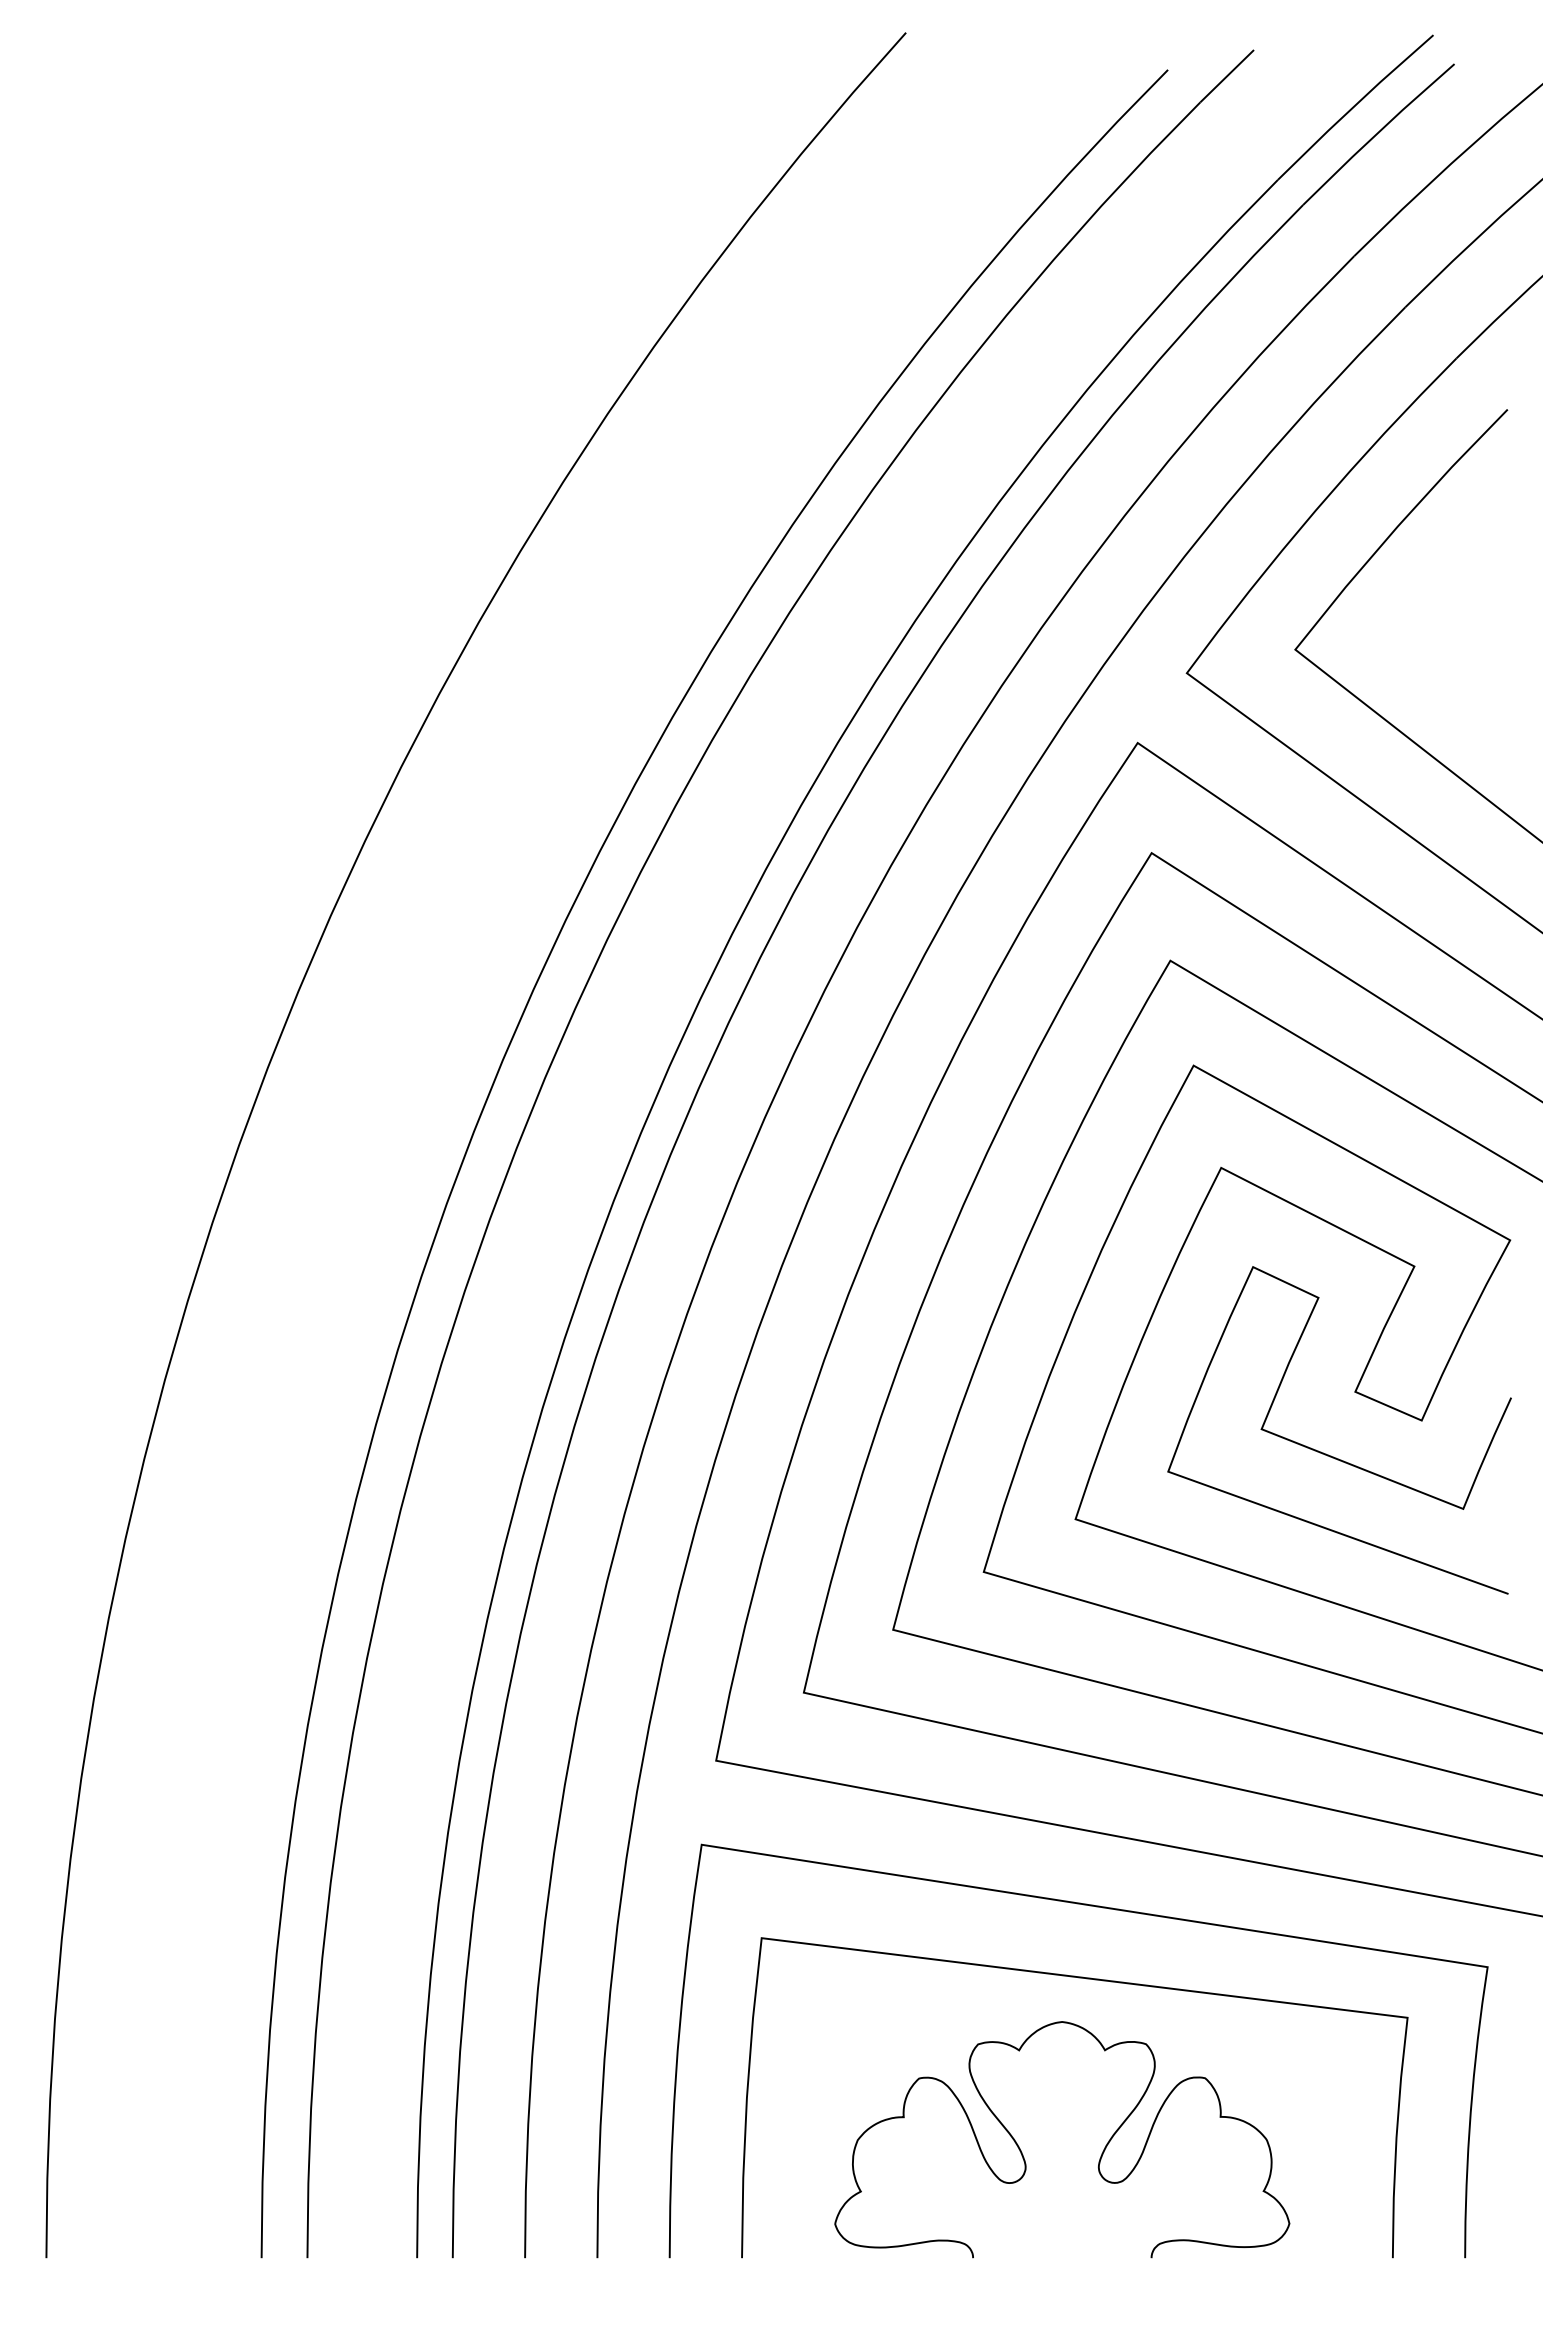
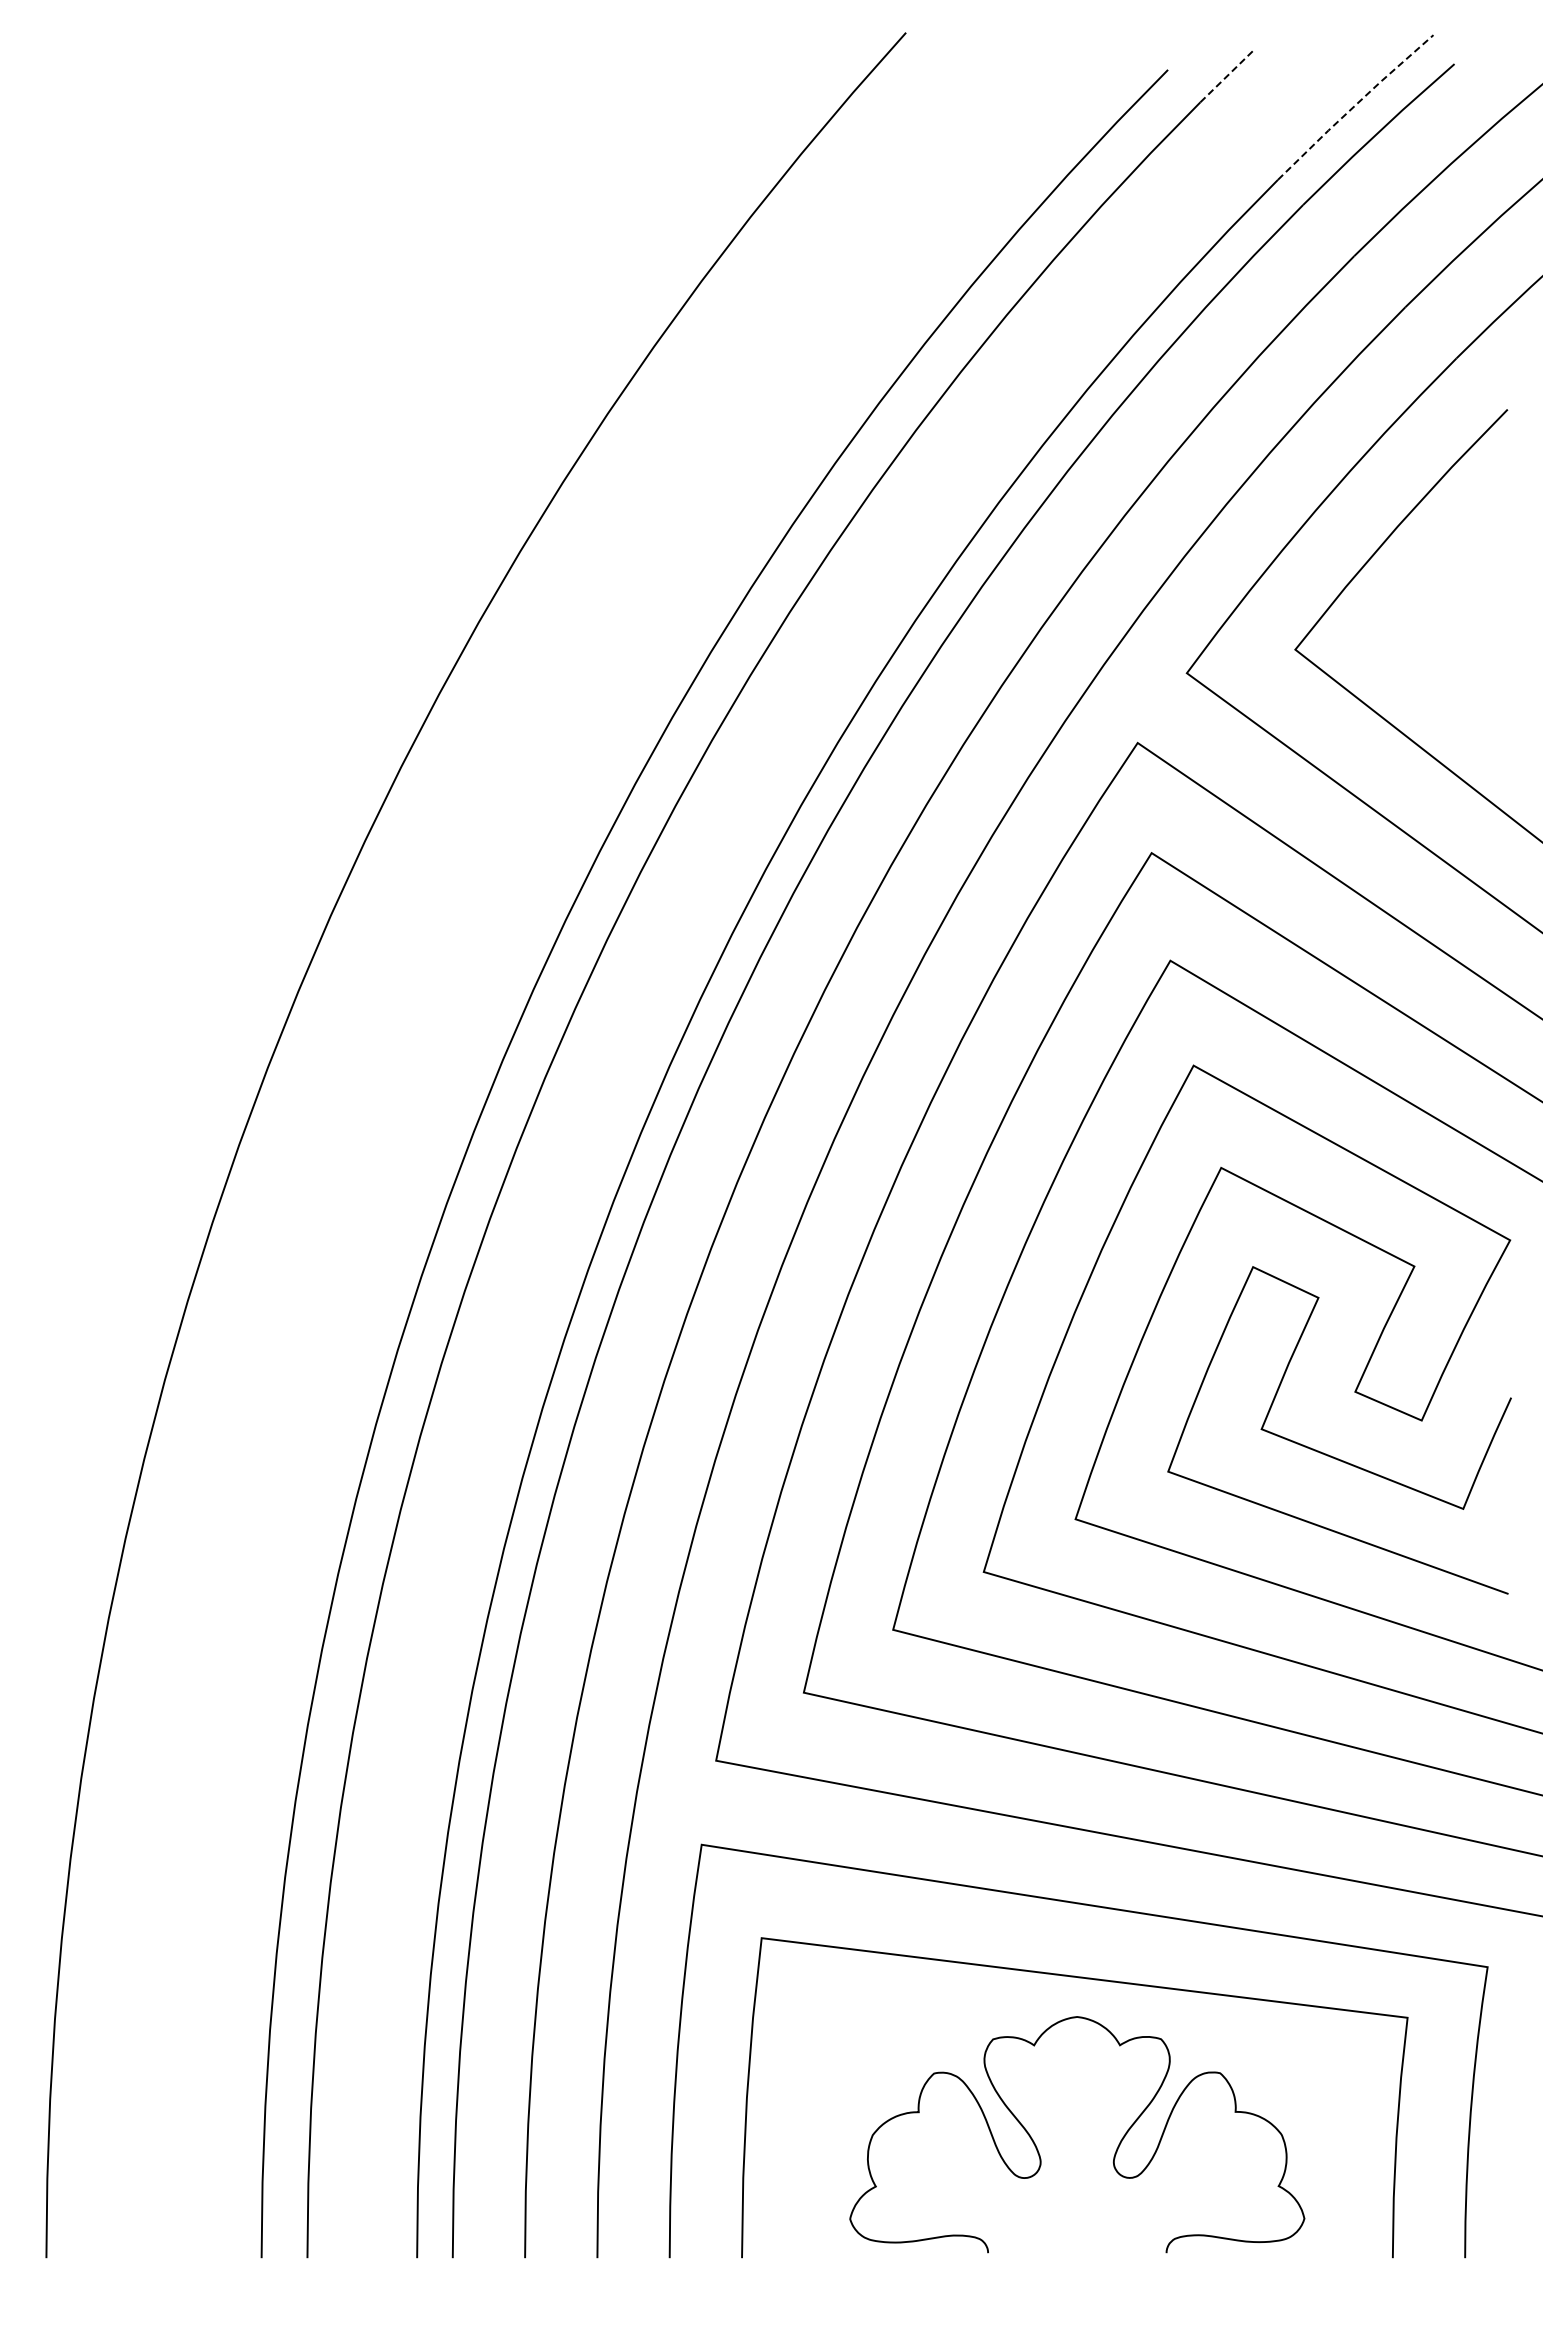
line at (1227, 75): solid -> dashed
line at (1354, 106): solid -> dashed
curve at (1101, 2153) position: (1101, 2153) -> (1116, 2148)
